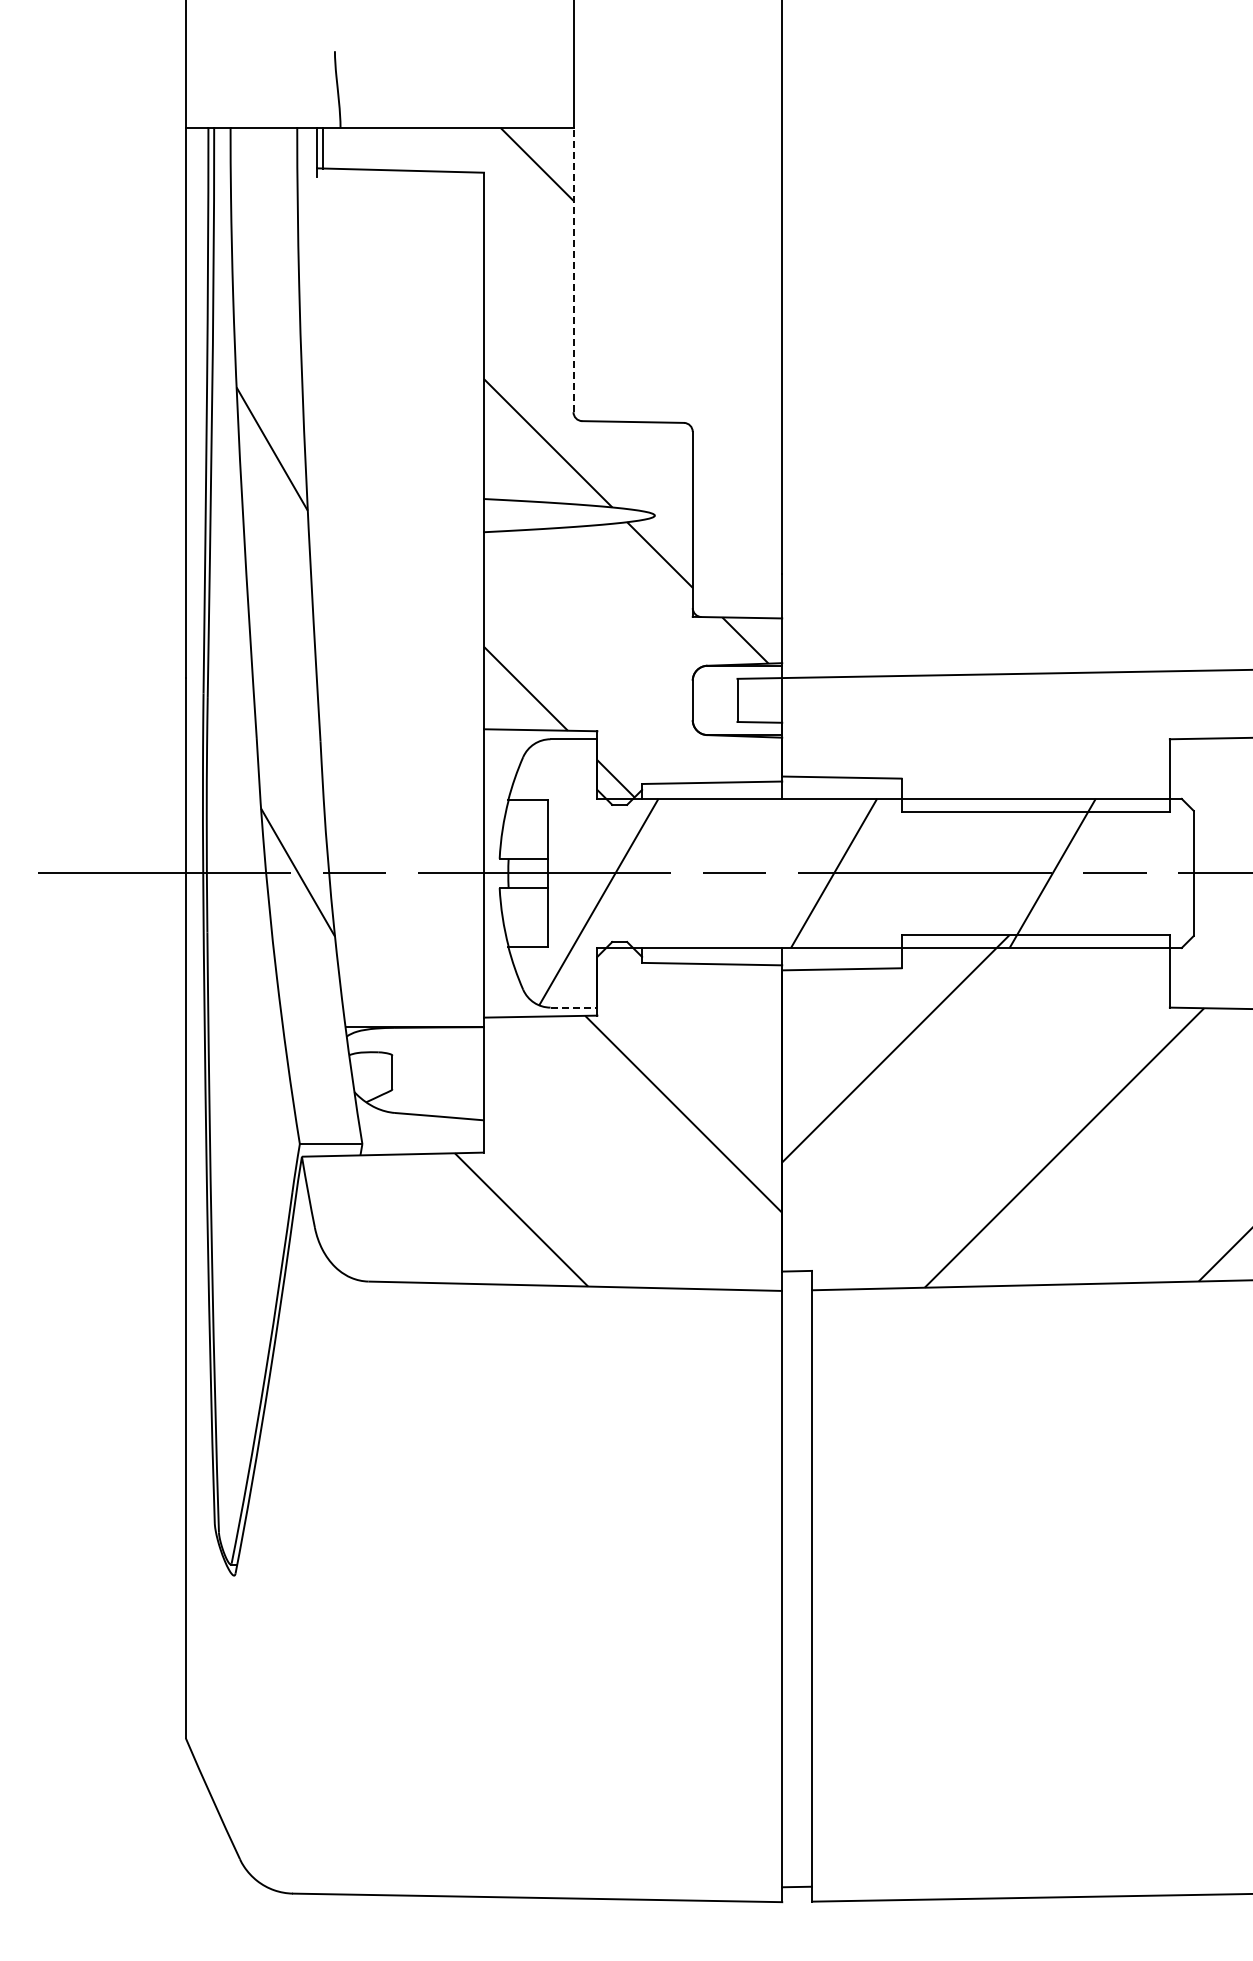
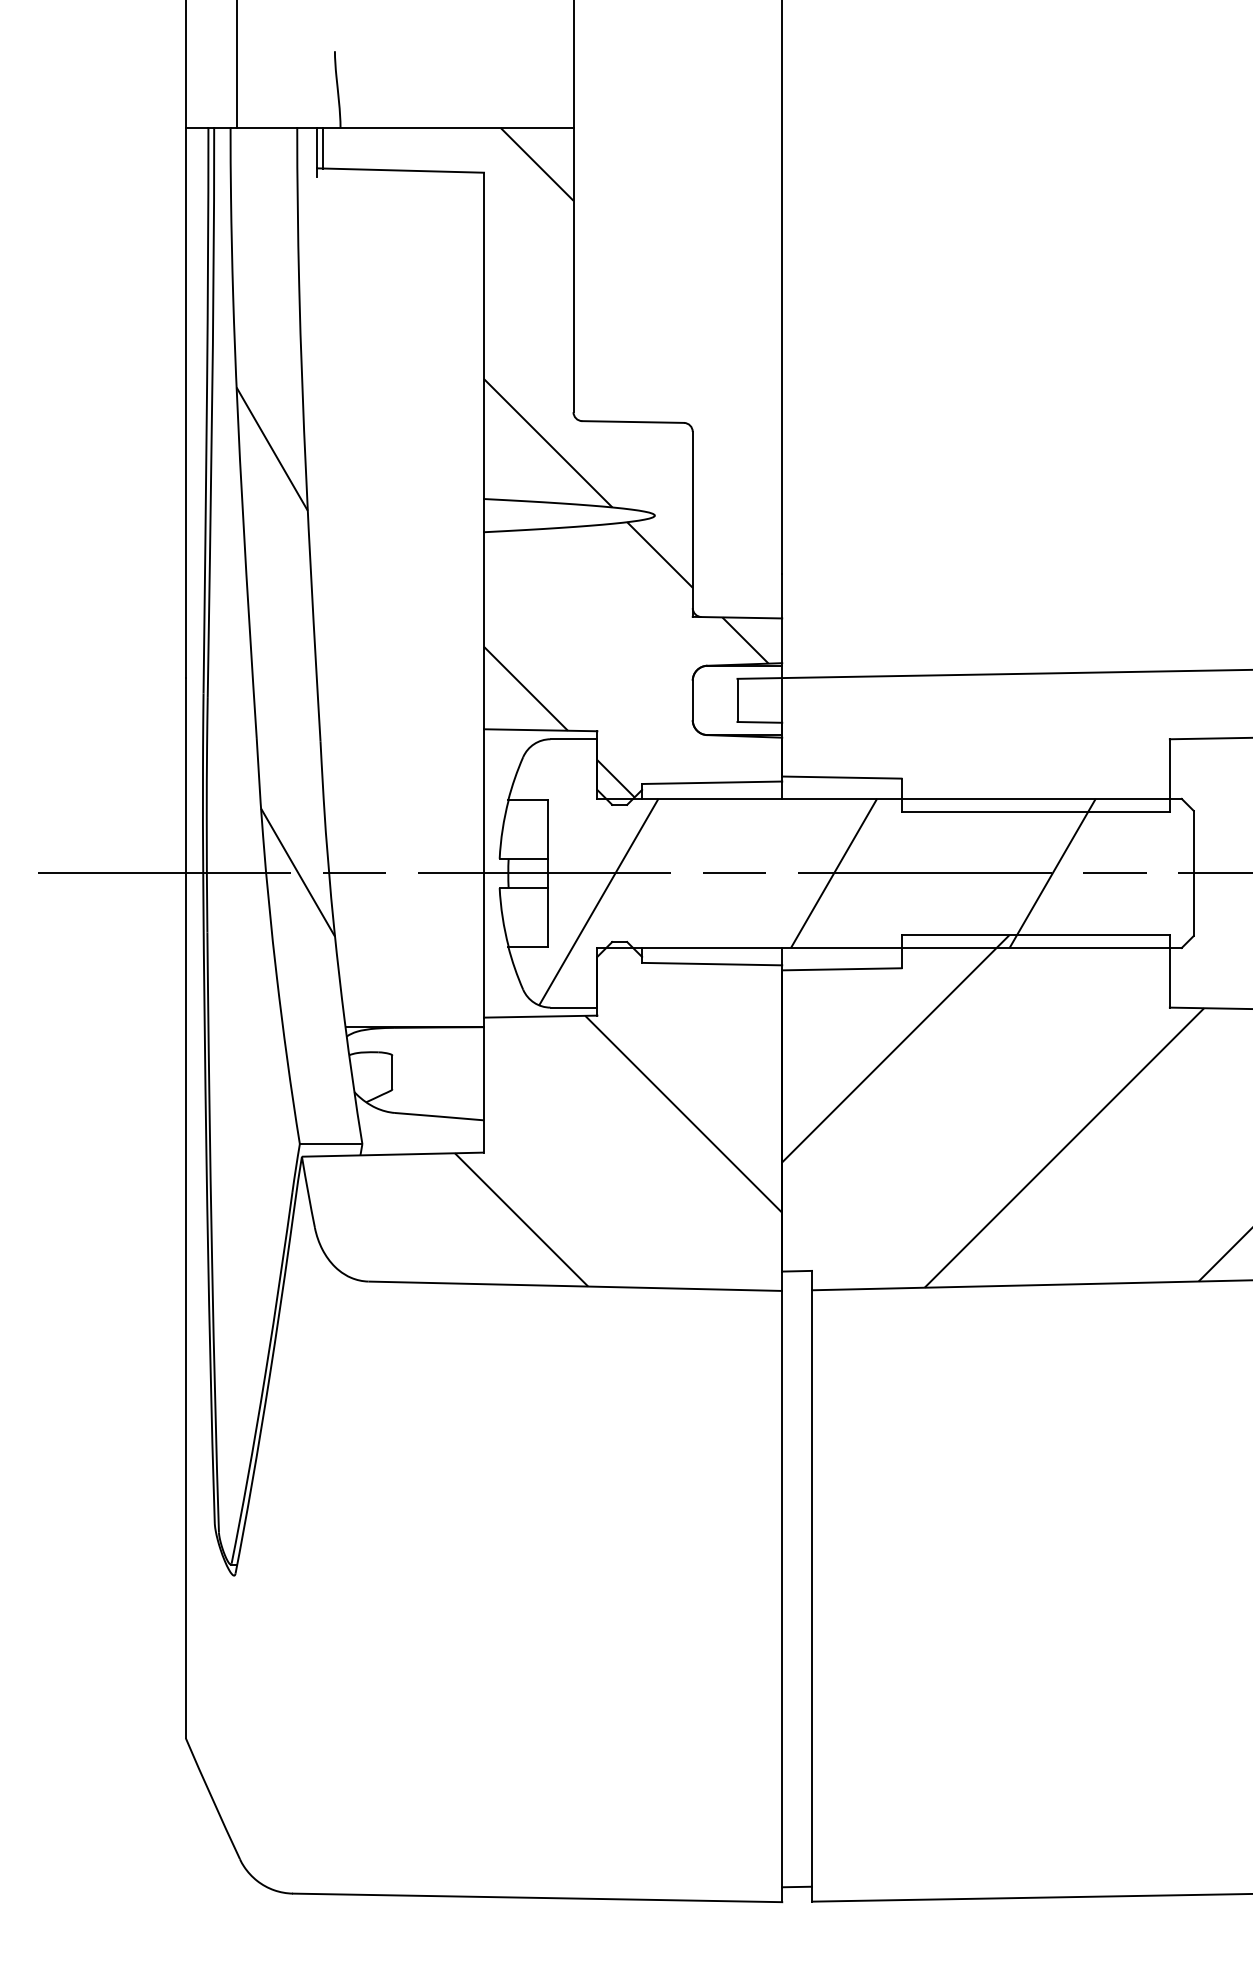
line at (236, 65): none -> present
line at (573, 269): dashed -> solid
line at (574, 1007): dashed -> solid
